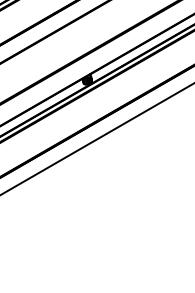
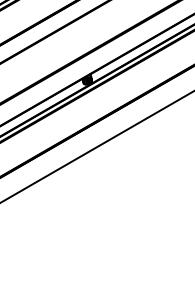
line at (96, 138) position: (96, 138) -> (96, 146)
